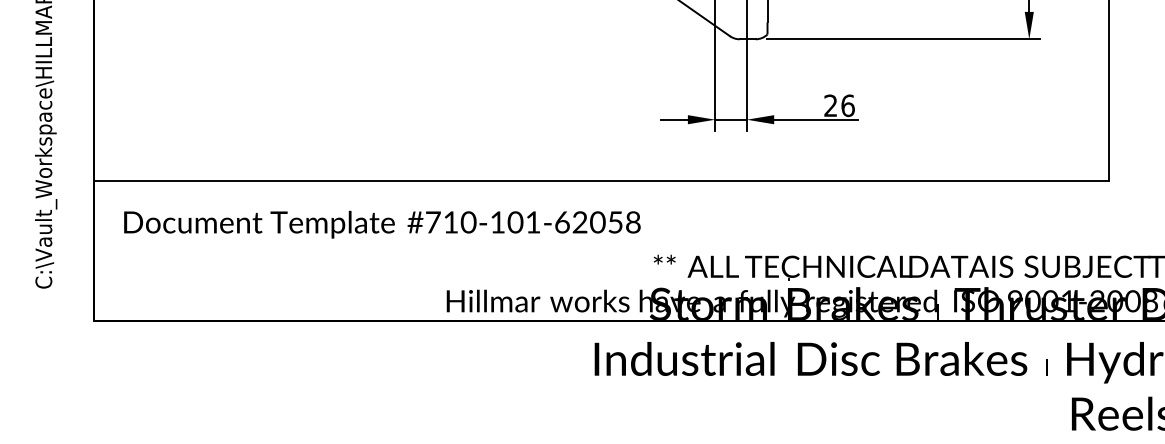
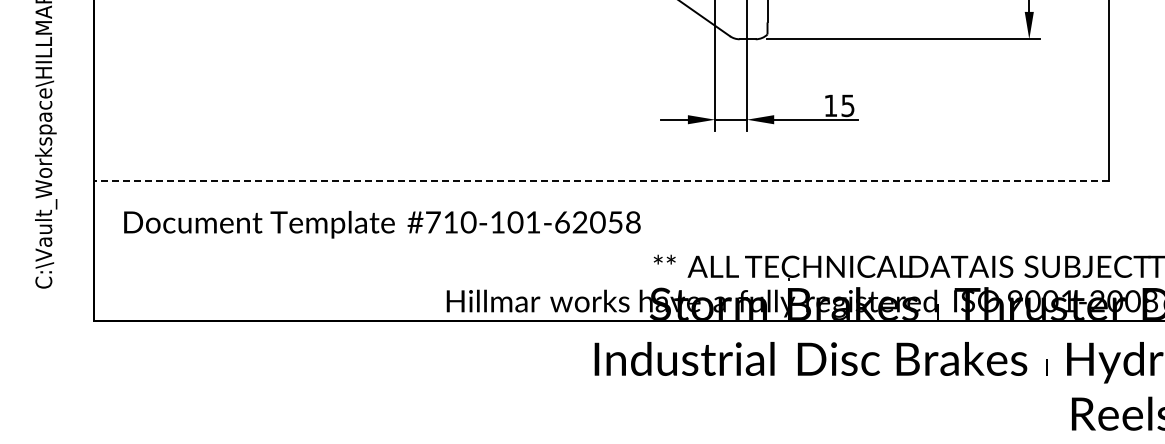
text at (839, 105): 26 -> 15
line at (600, 181): solid -> dashed
